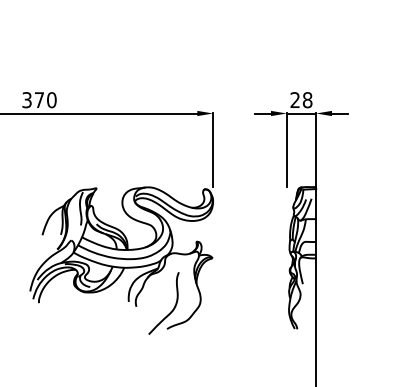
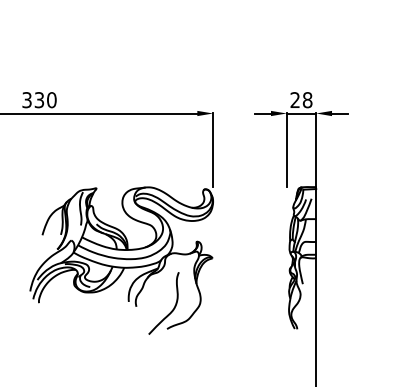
text at (39, 100): 370 -> 330
